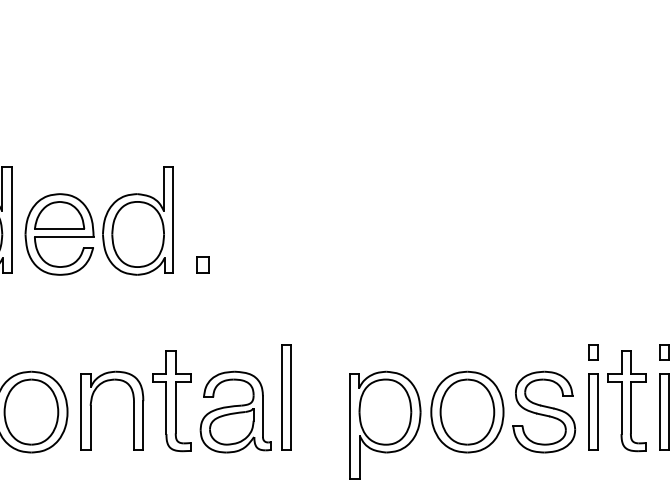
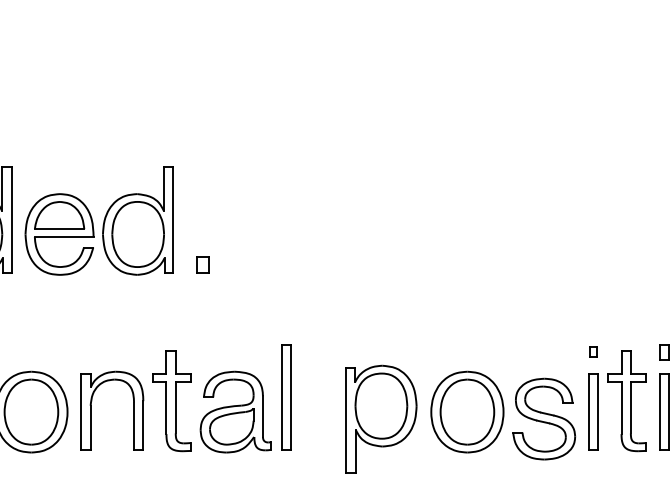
part at (593, 352) size: 11x17 px -> 9x12 px
part at (544, 411) position: (544, 411) -> (544, 418)
part at (385, 424) position: (385, 424) -> (381, 418)
